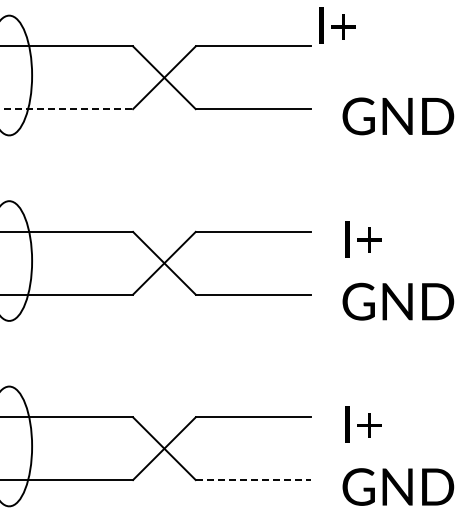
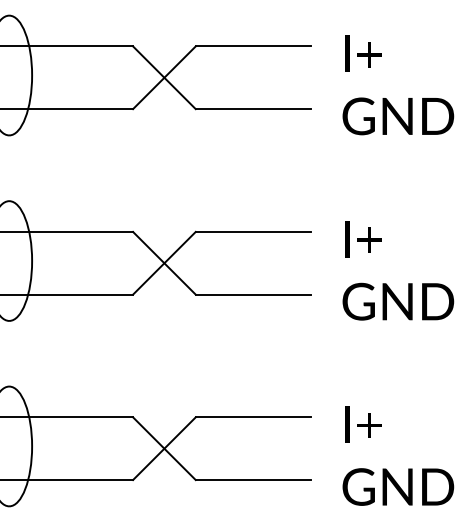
text at (337, 25) position: (337, 25) -> (363, 53)
line at (67, 109): dashed -> solid
line at (253, 480): dashed -> solid
